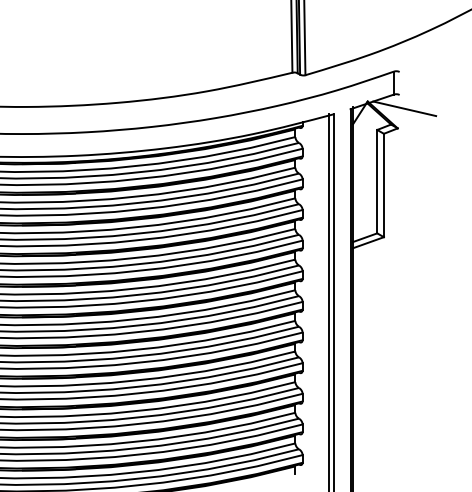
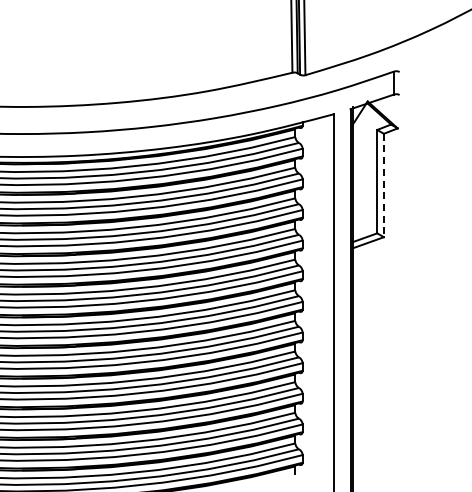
line at (404, 108): present -> none
line at (383, 185): solid -> dashed
line at (328, 300): present -> none
